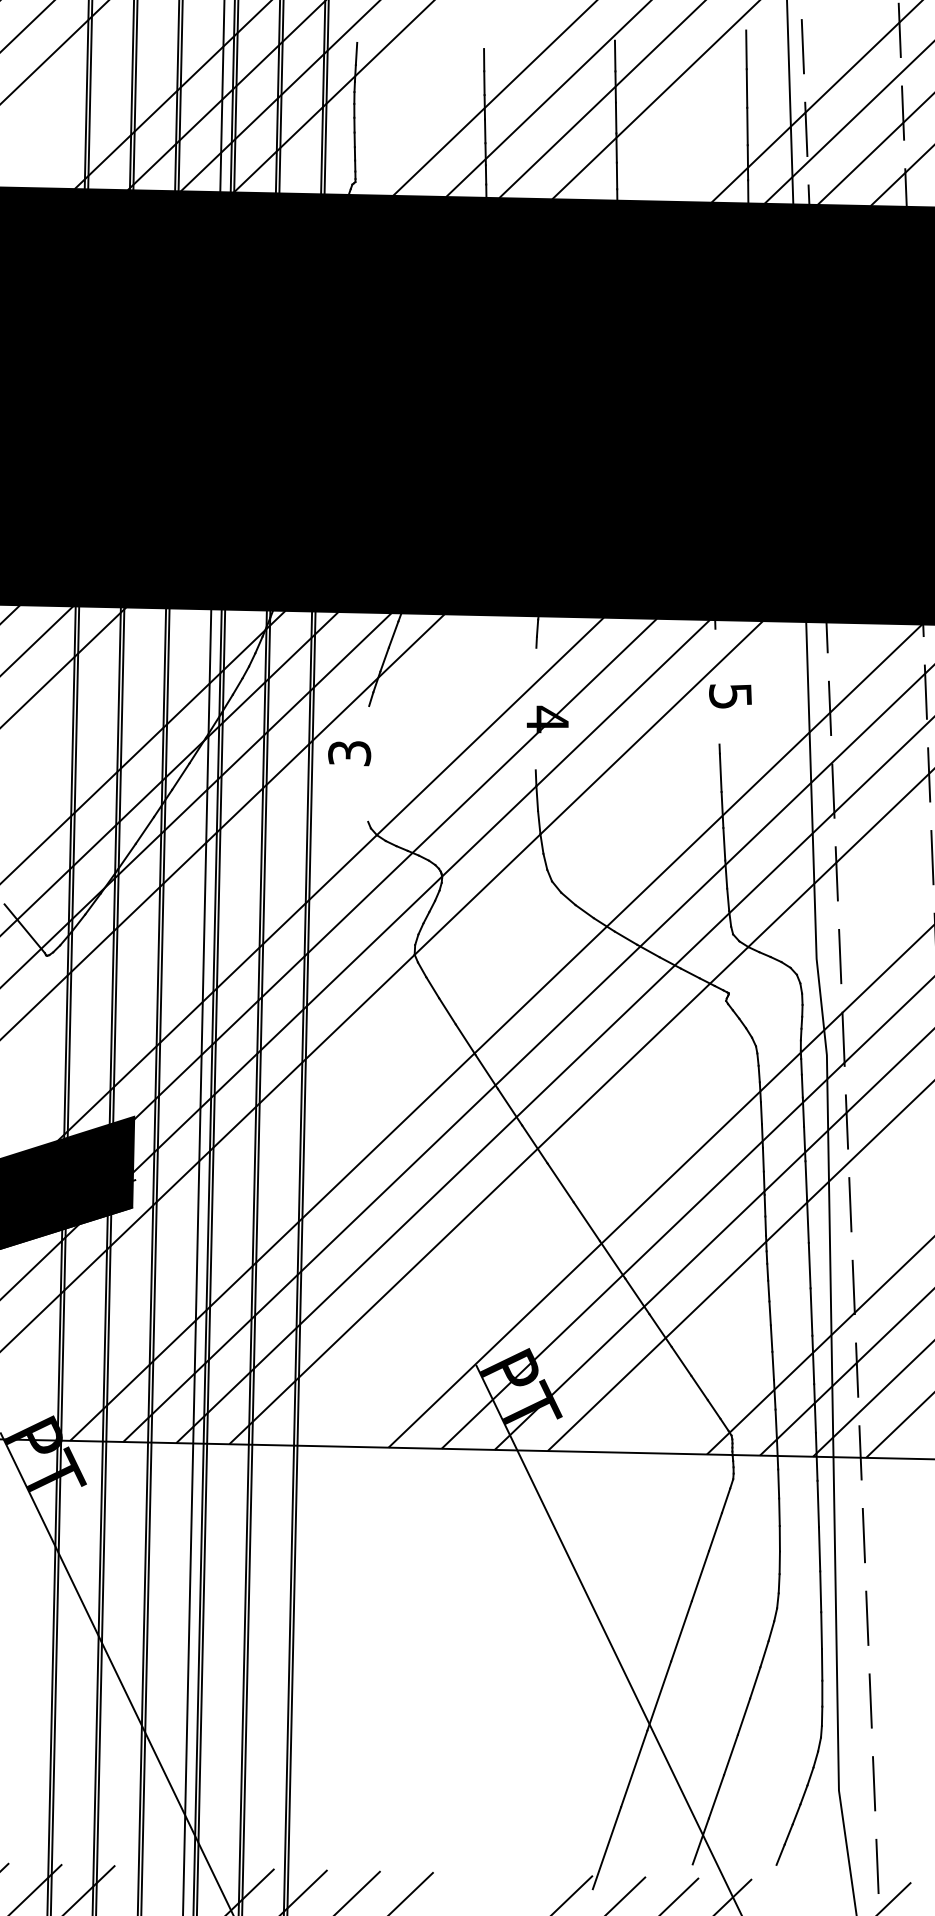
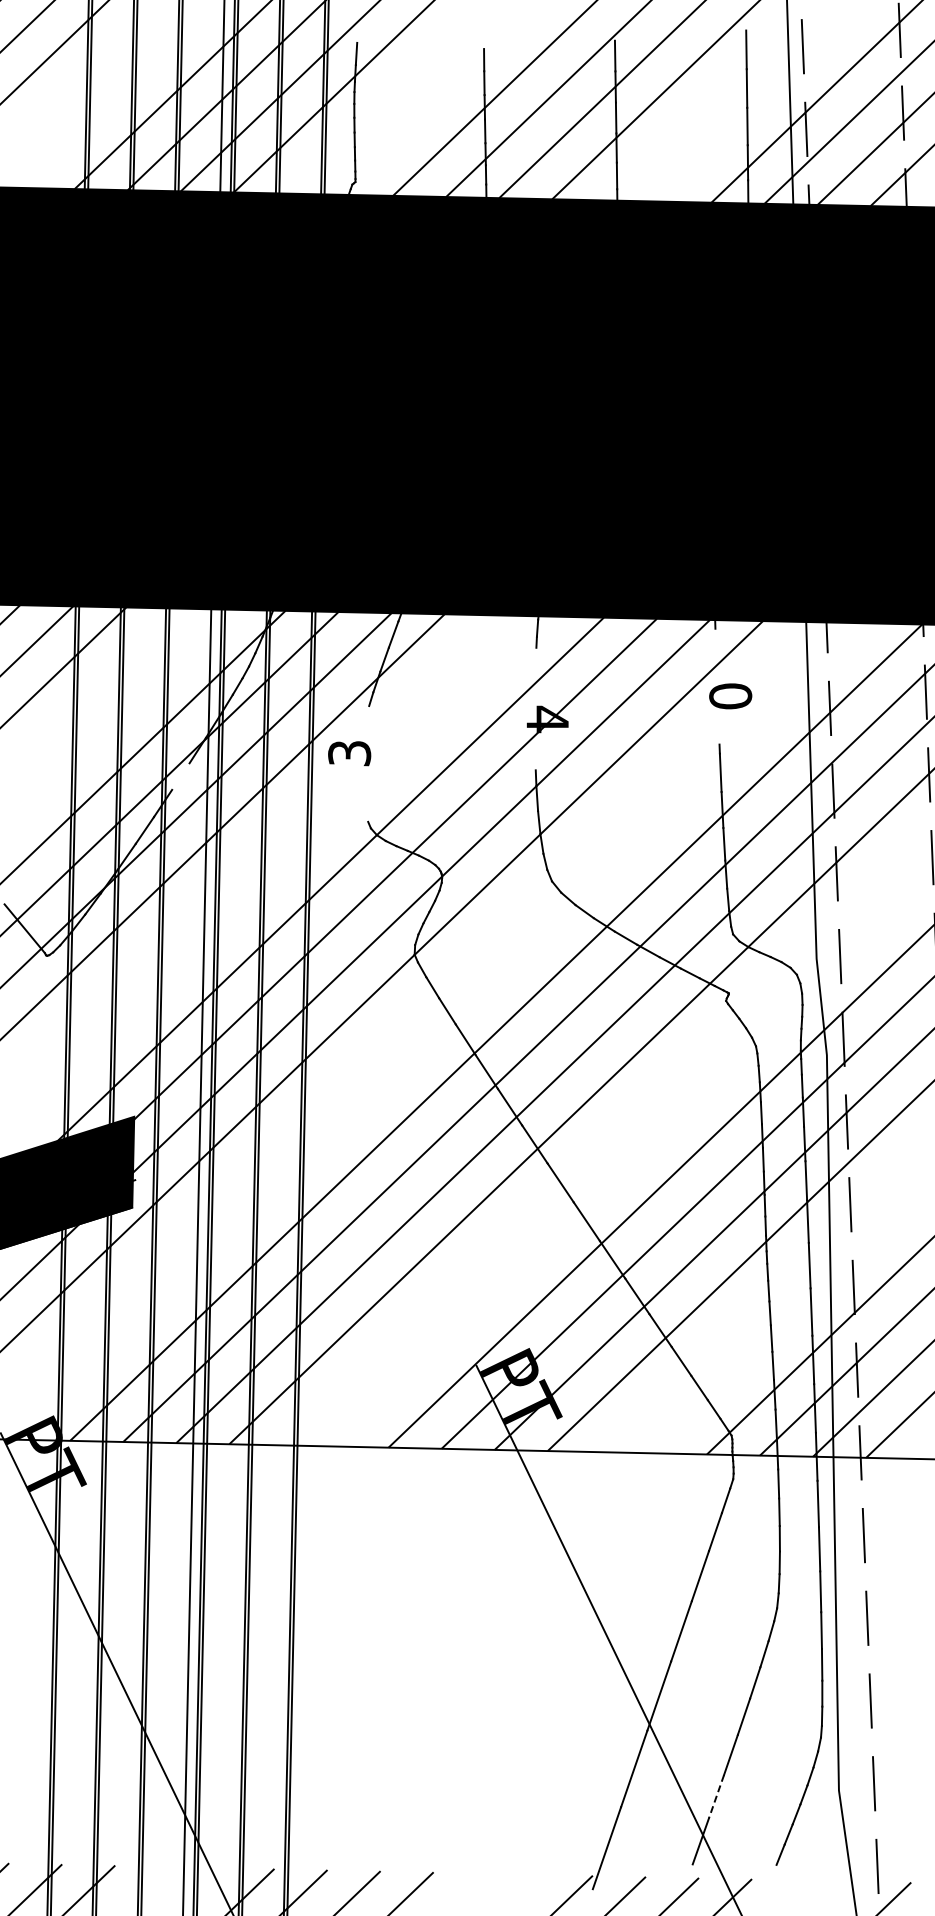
text at (730, 696): 5 -> 0
line at (180, 776): present -> none
line at (716, 1796): solid -> dashed
